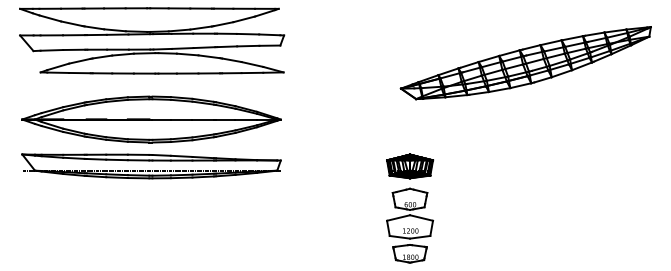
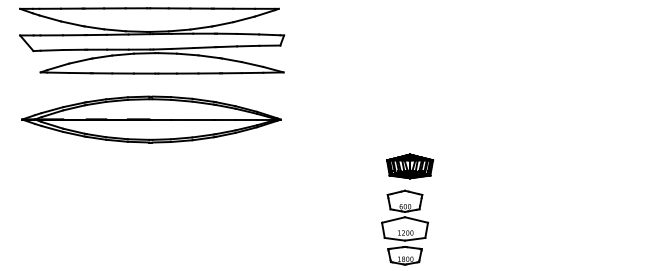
part at (525, 63): present -> none
part at (151, 166): present -> none
part at (410, 225) position: (410, 225) -> (405, 227)
